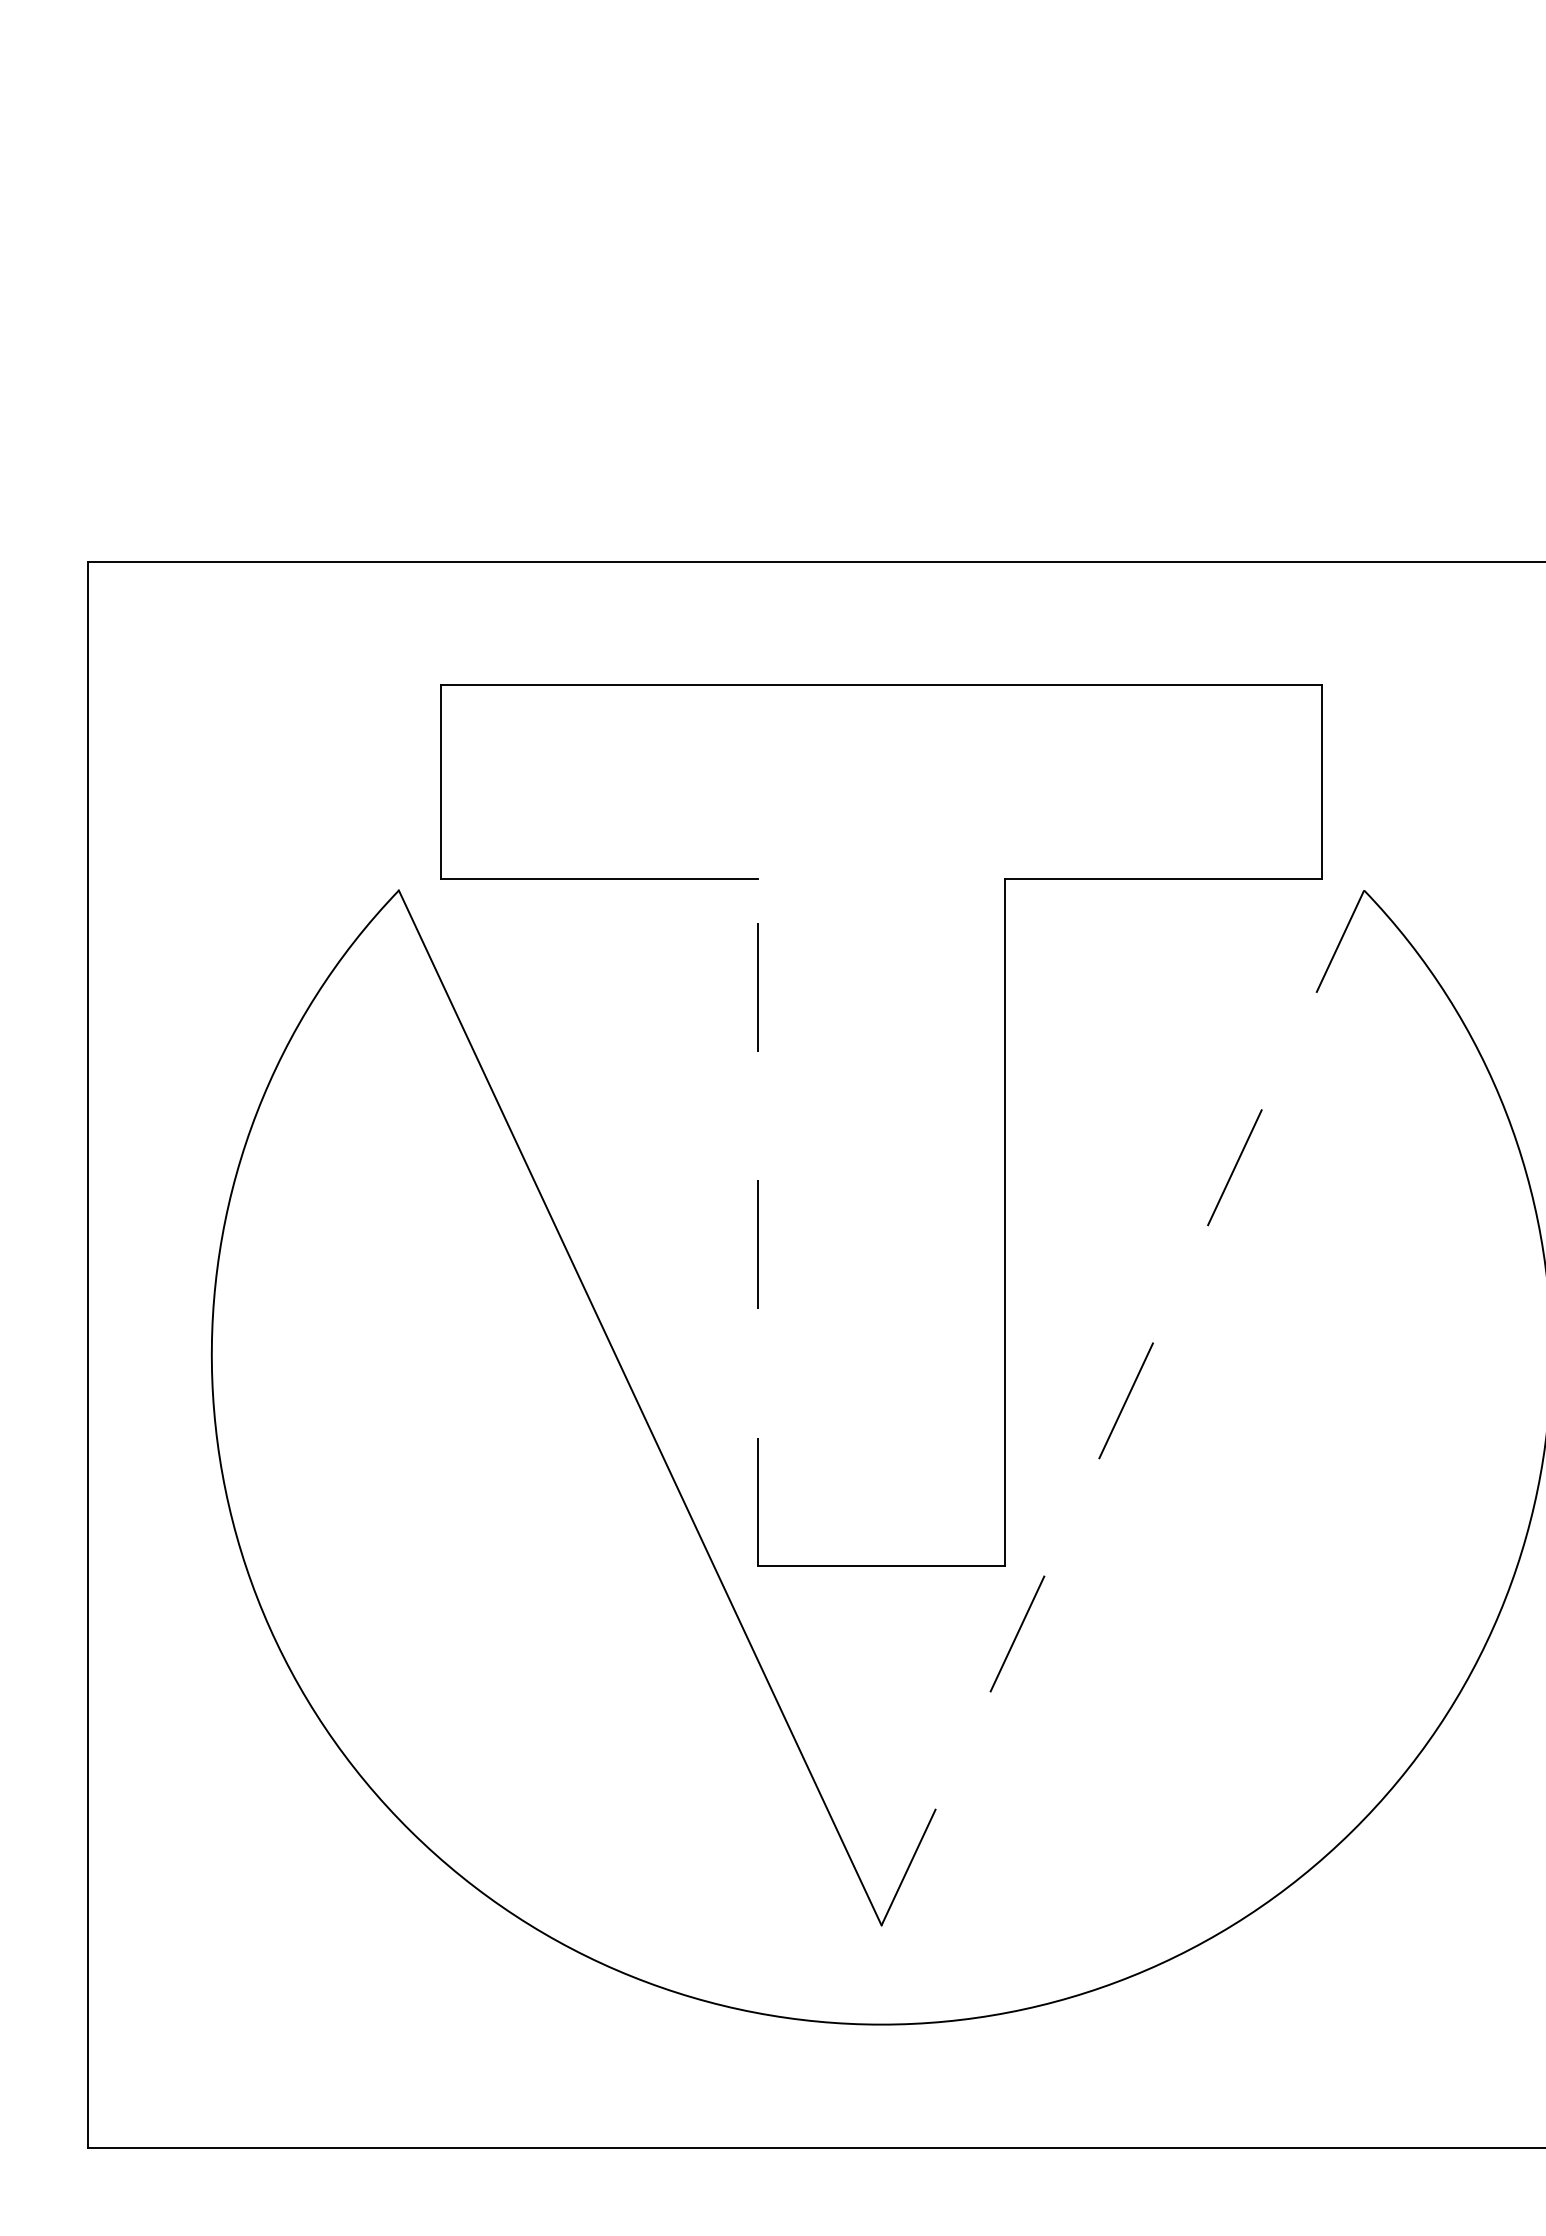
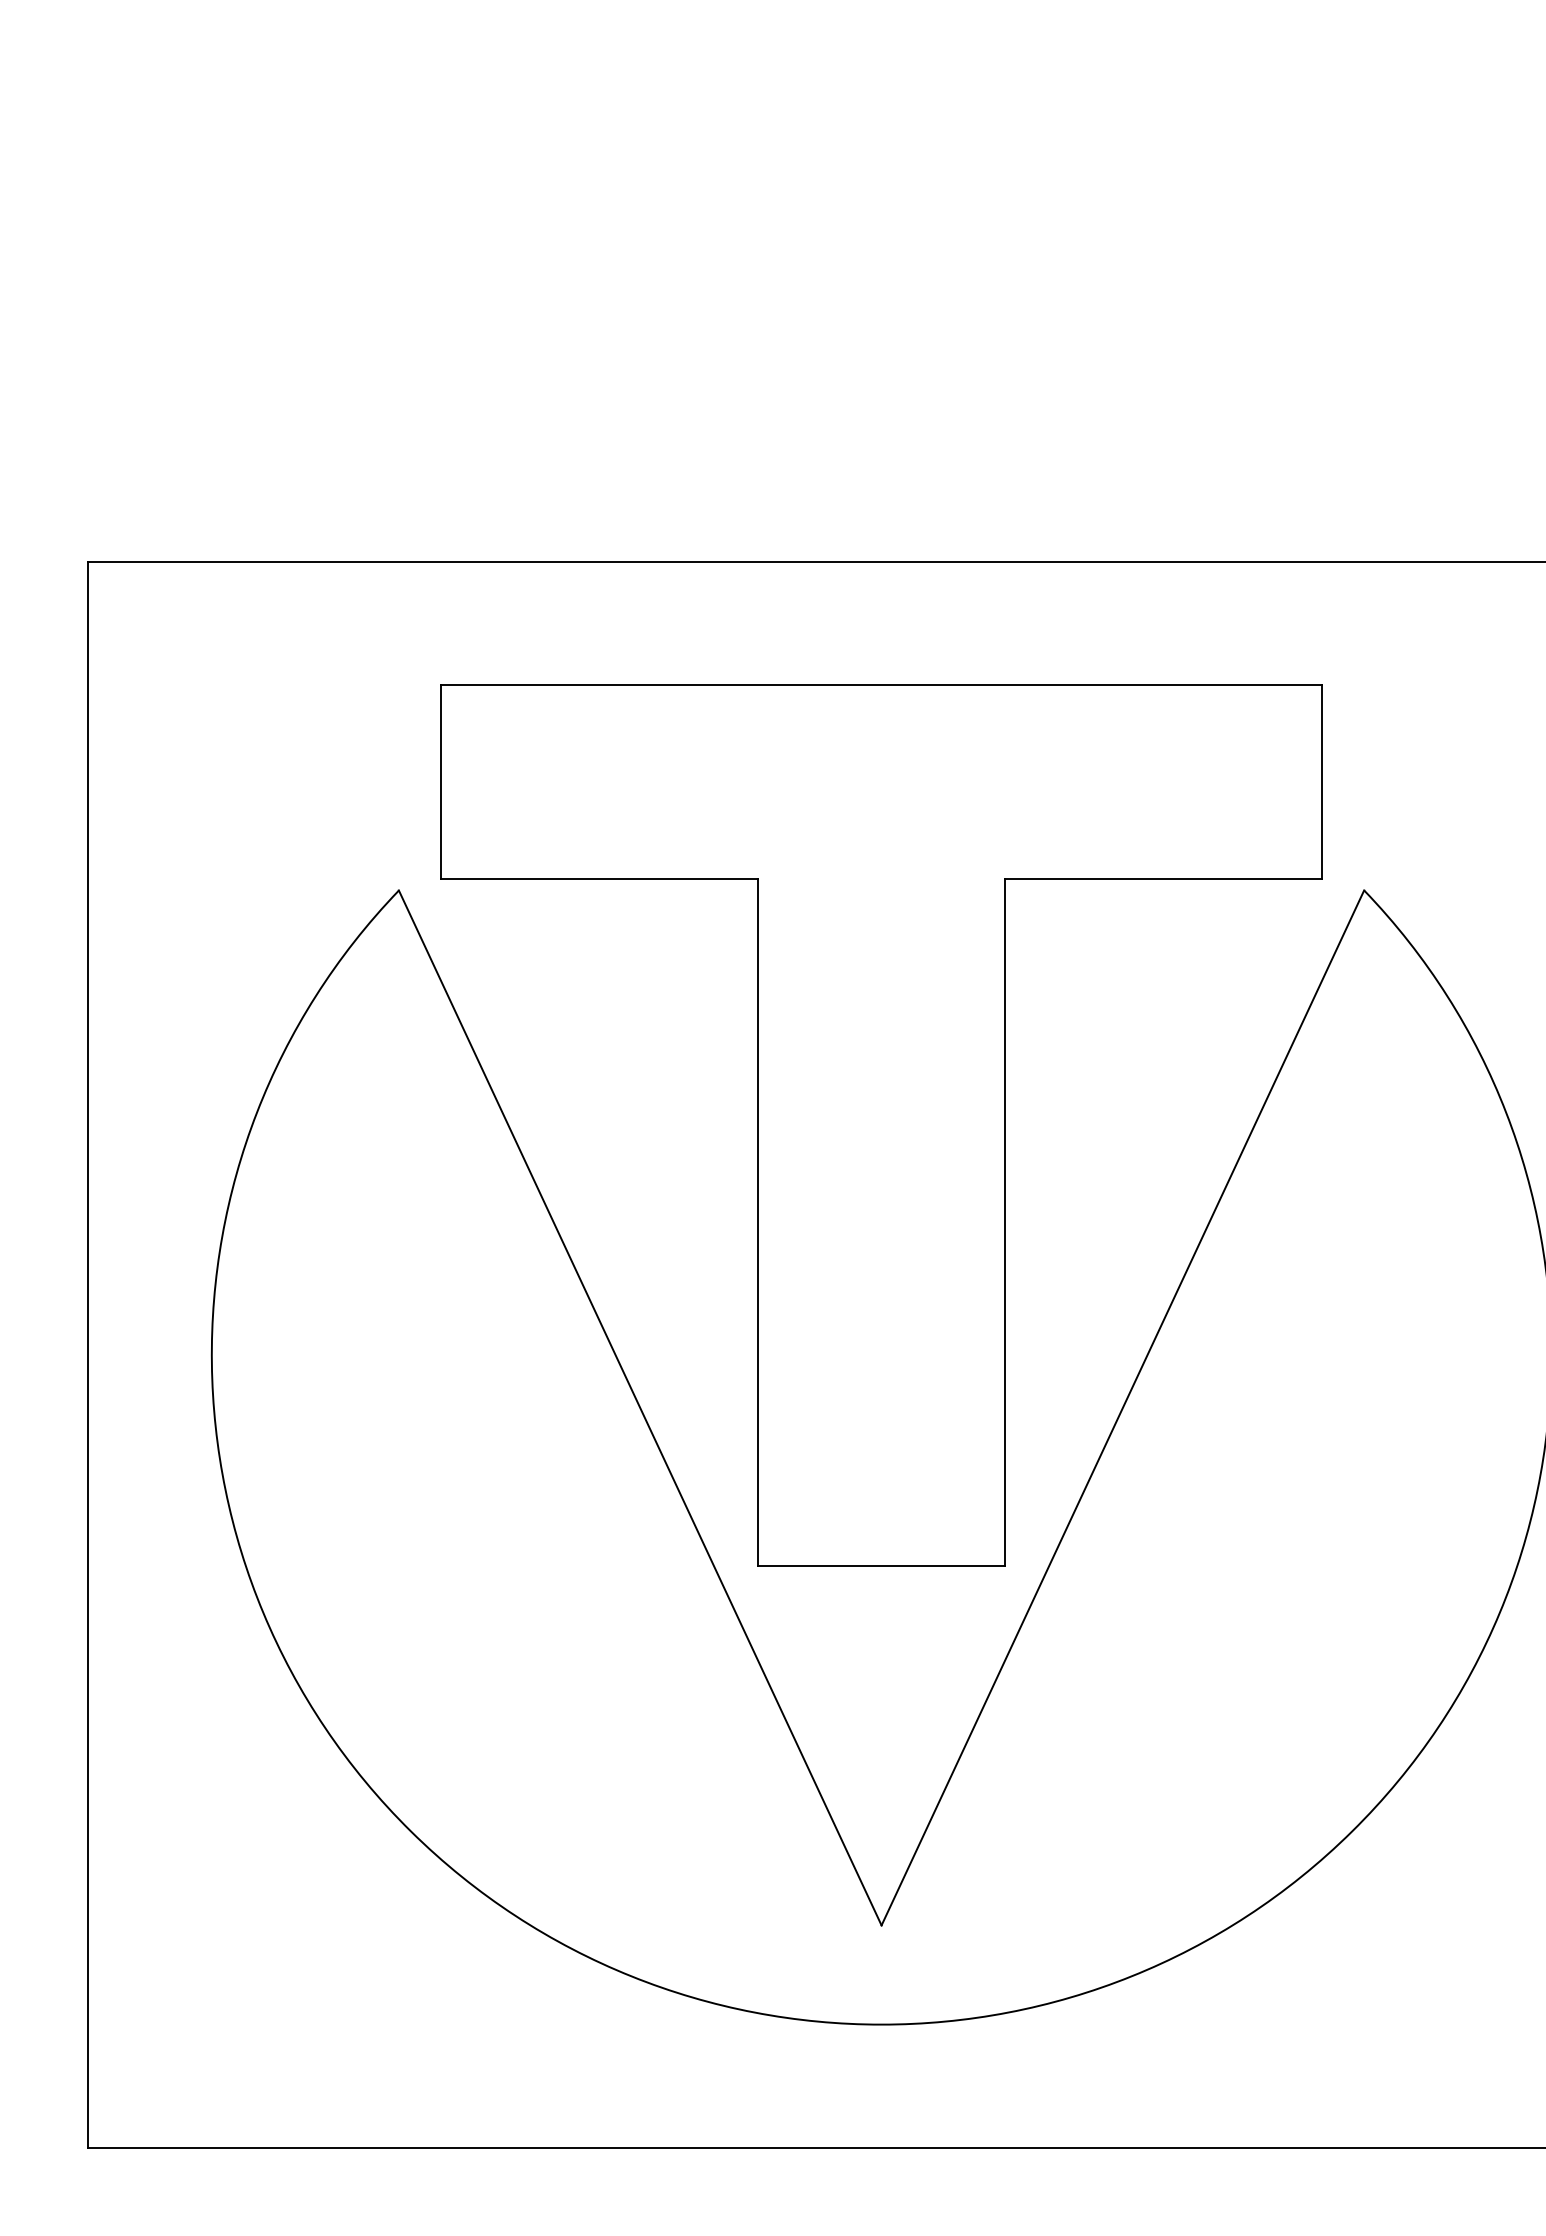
line at (758, 1222): dashed -> solid
line at (1123, 1407): dashed -> solid
